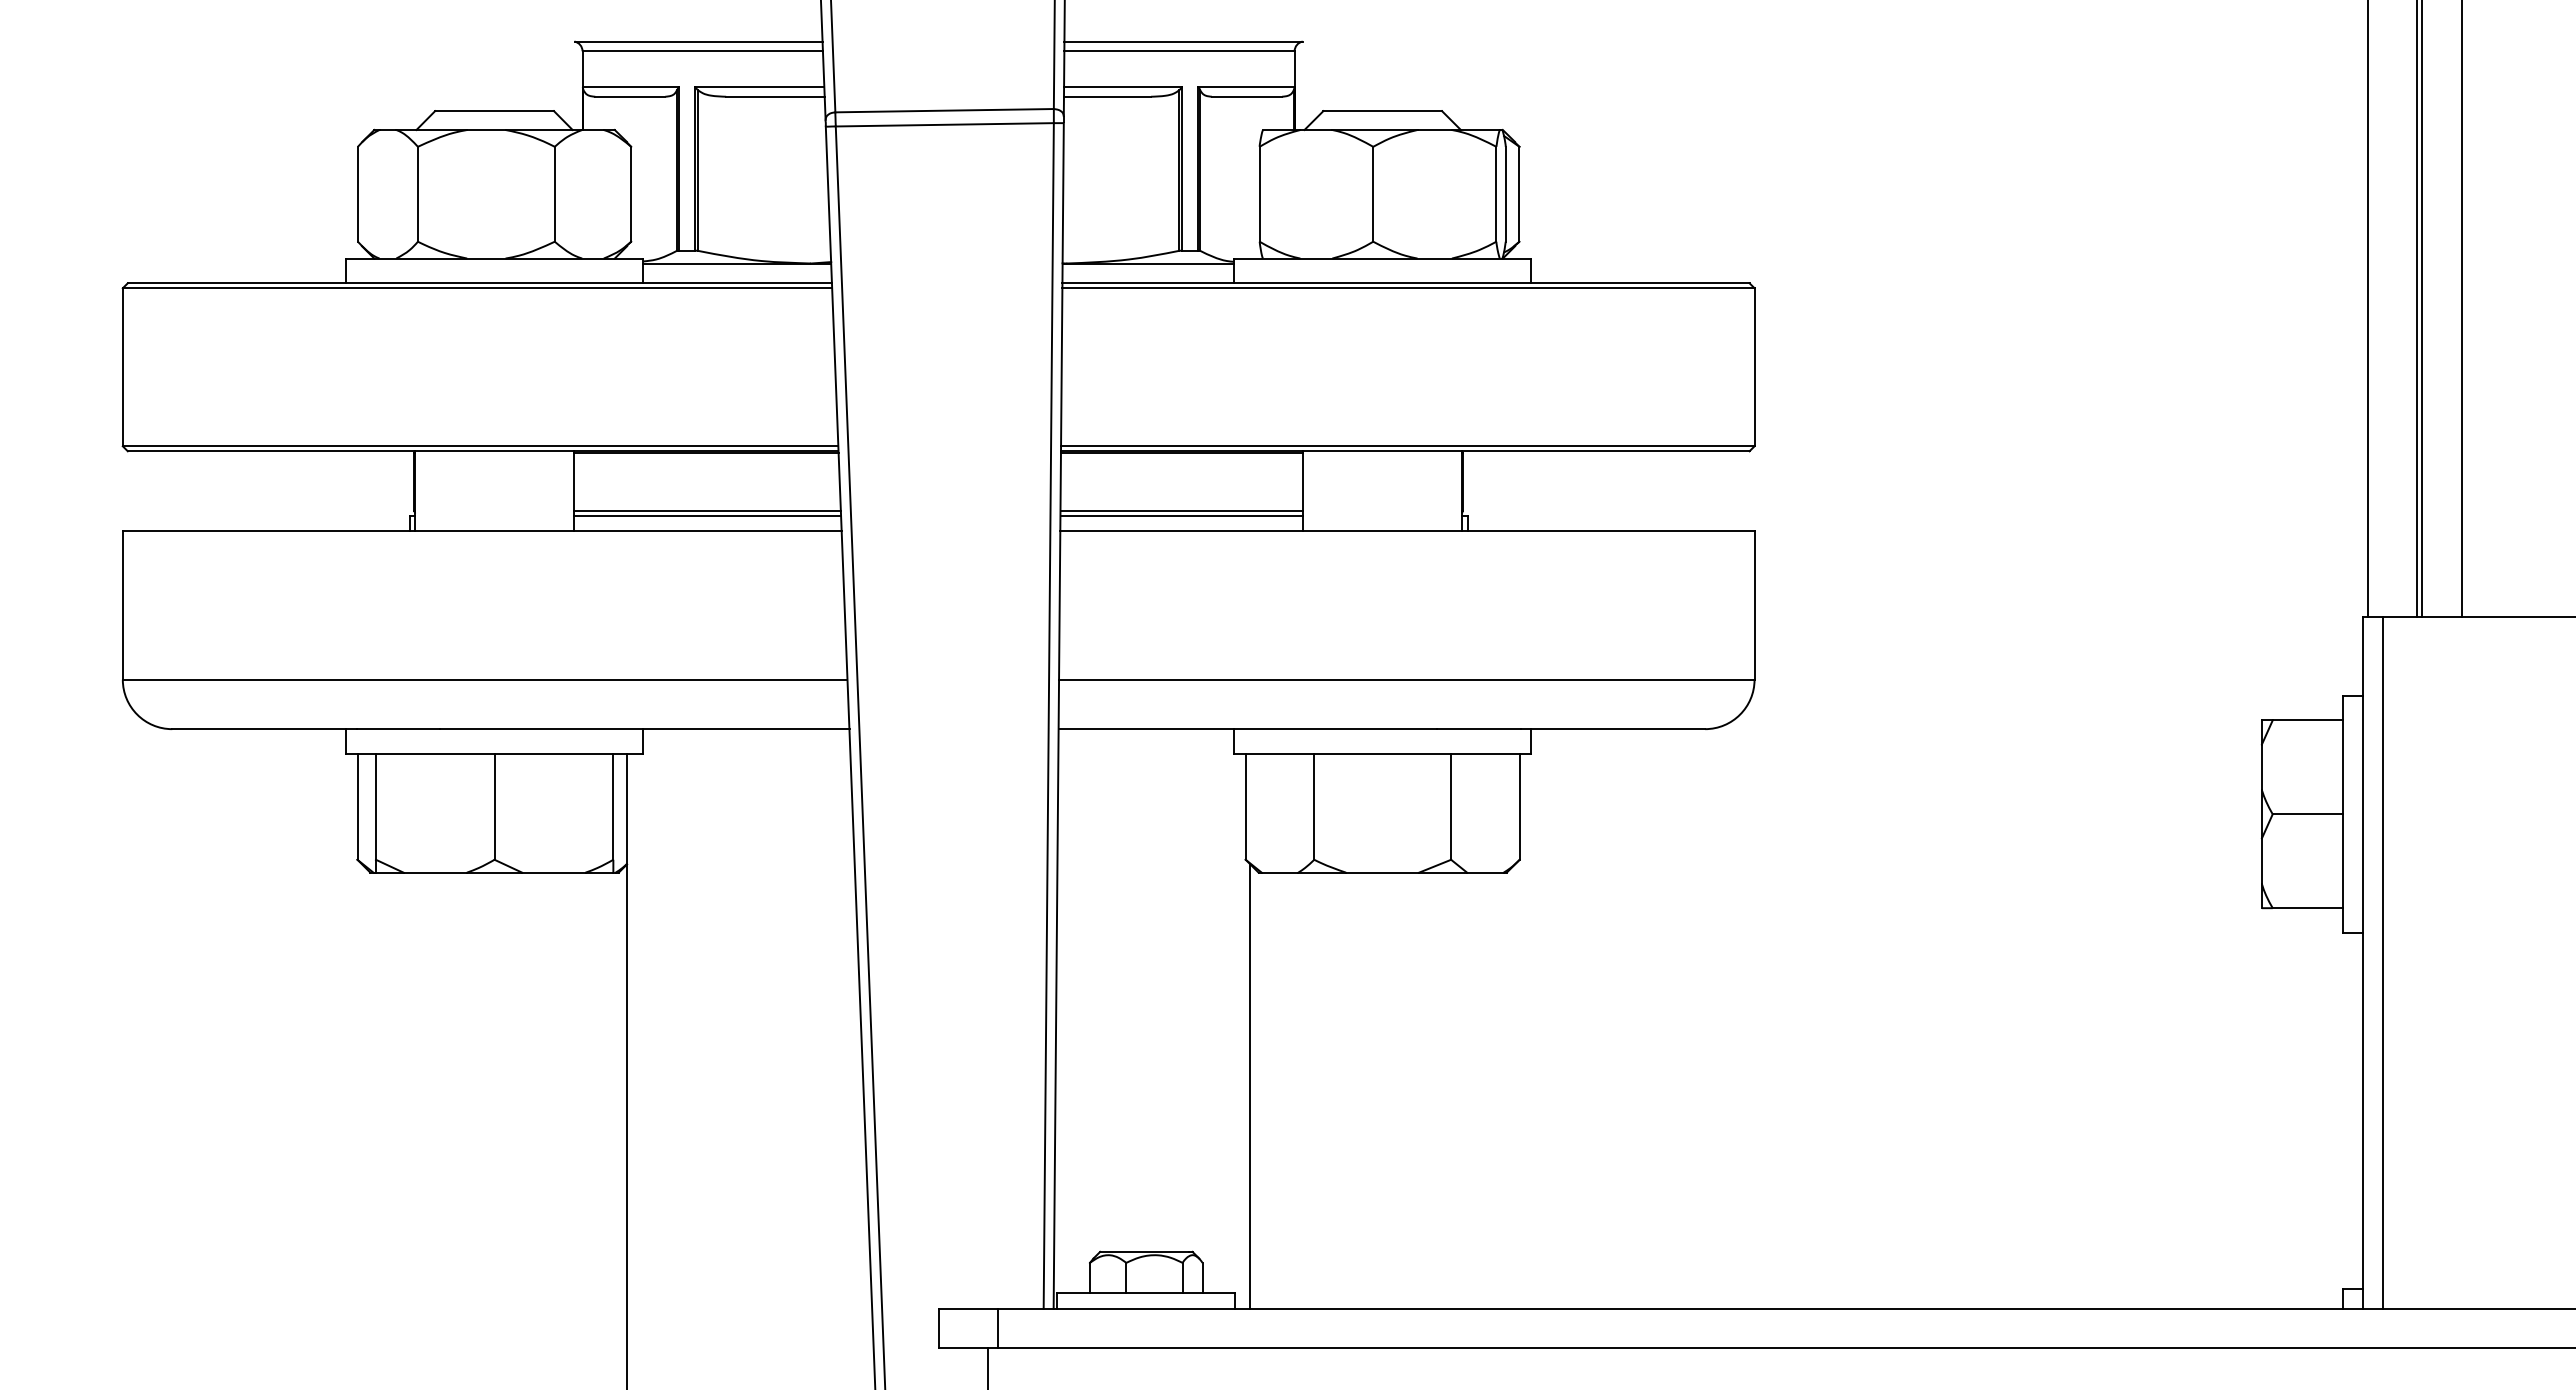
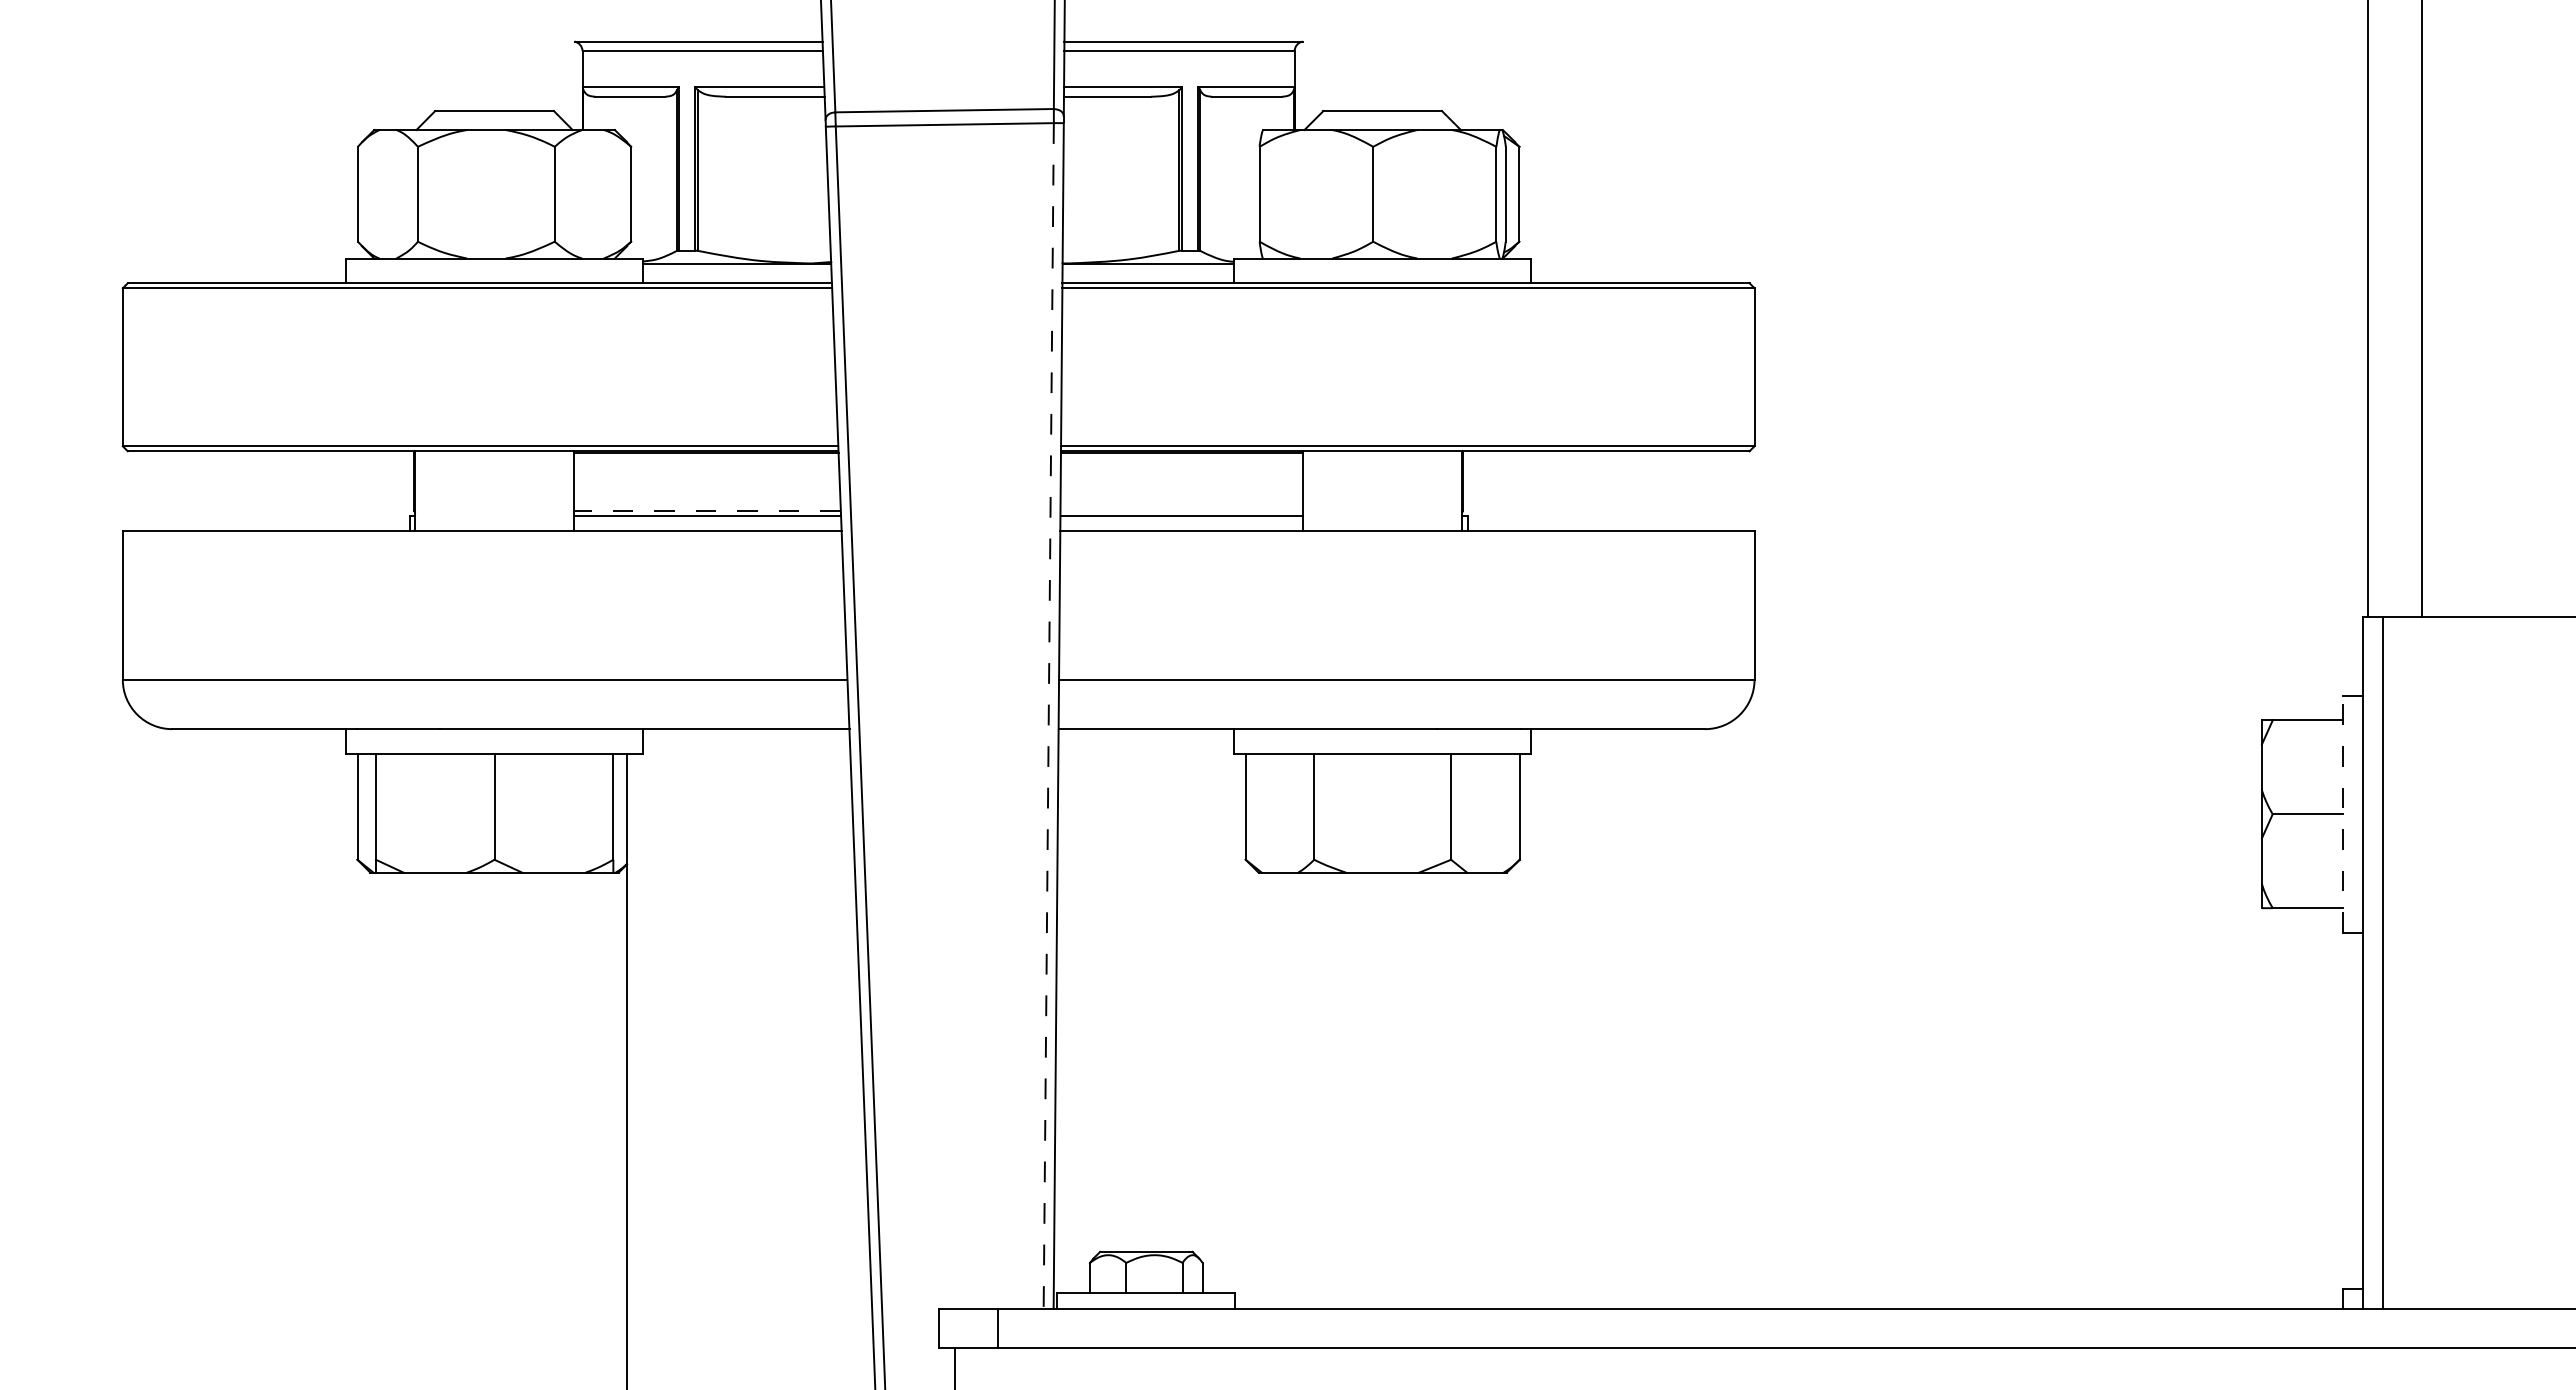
line at (2417, 309): present -> none
line at (2461, 309): present -> none
line at (707, 510): solid -> dashed
line at (1181, 510): present -> none
line at (1048, 715): solid -> dashed
line at (2342, 814): solid -> dashed
line at (1250, 1086): present -> none
line at (988, 1367) position: (988, 1367) -> (955, 1367)
